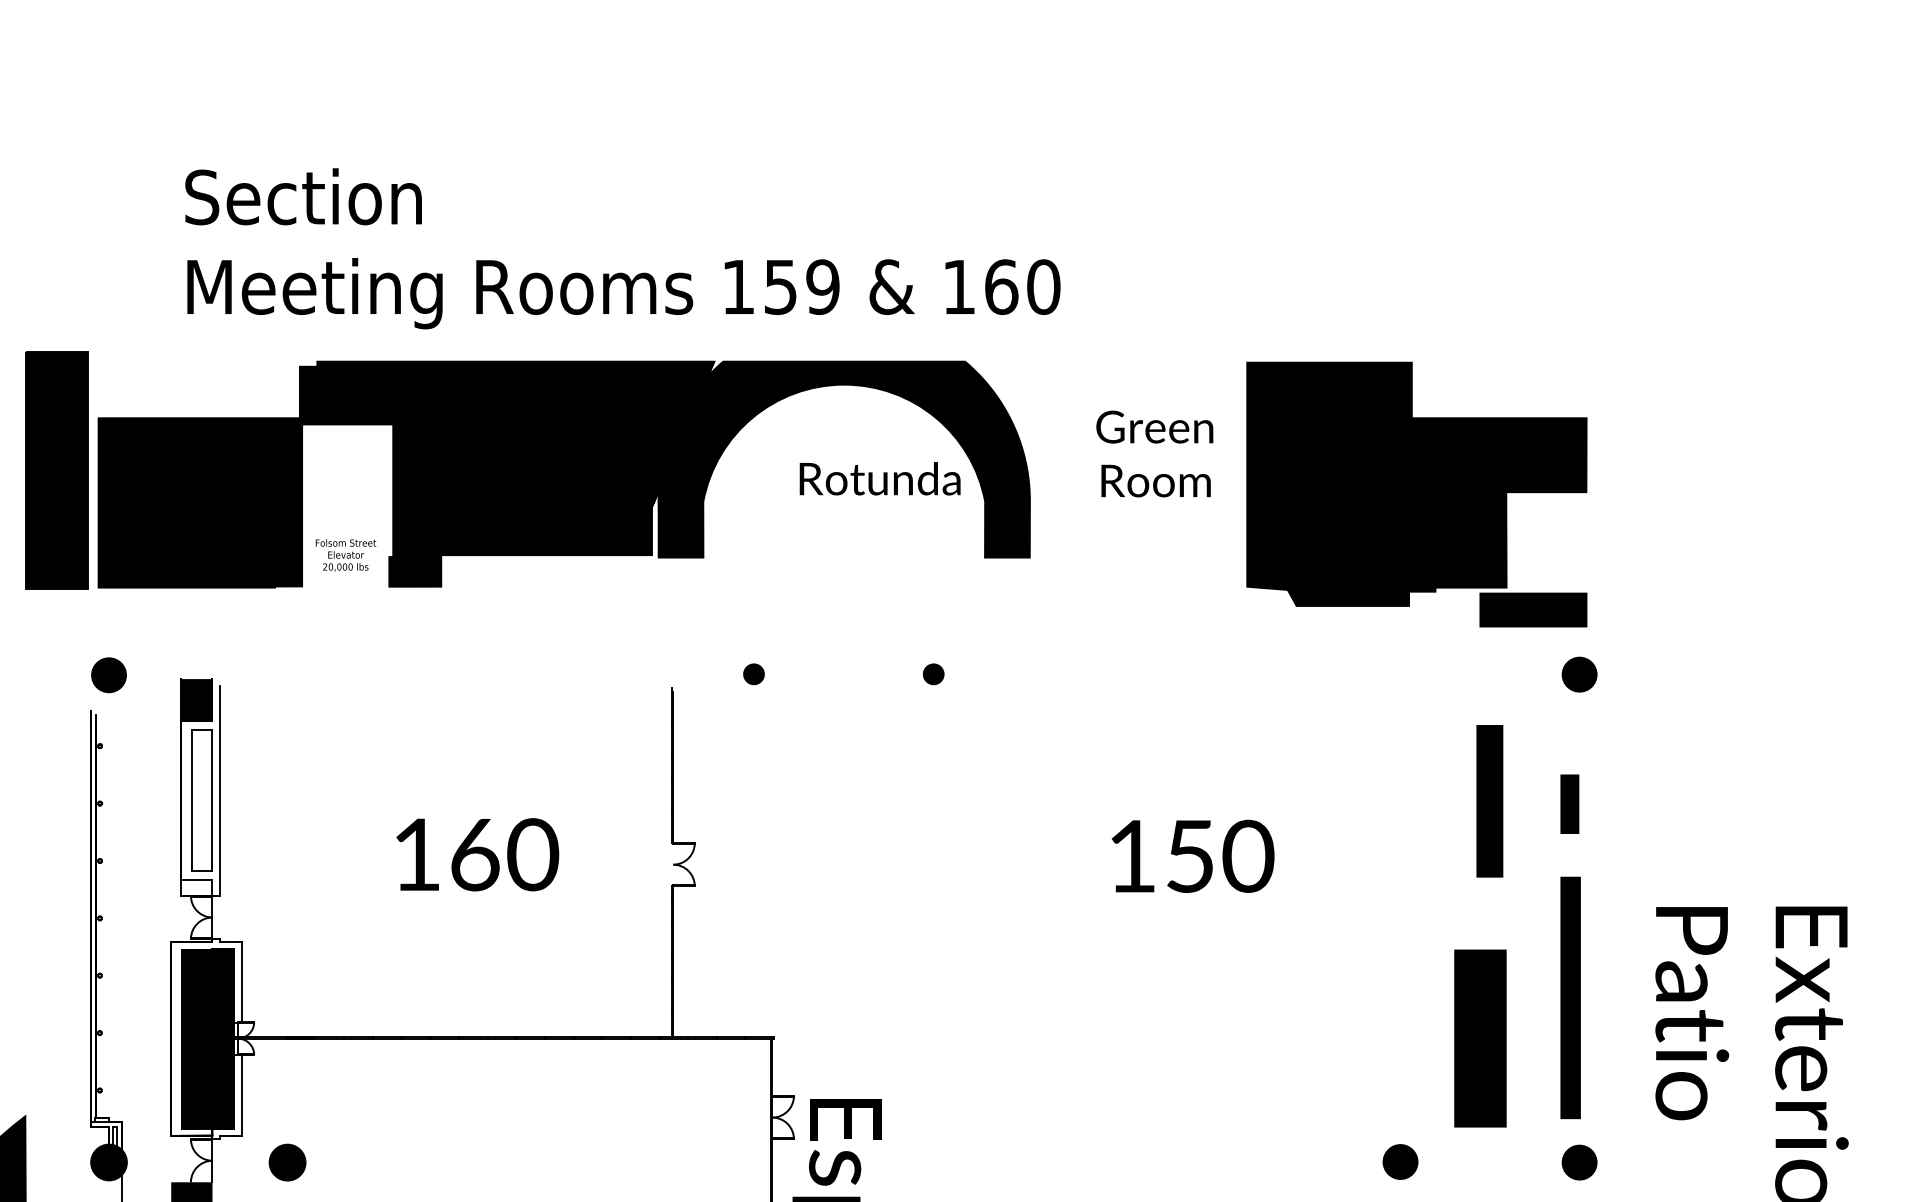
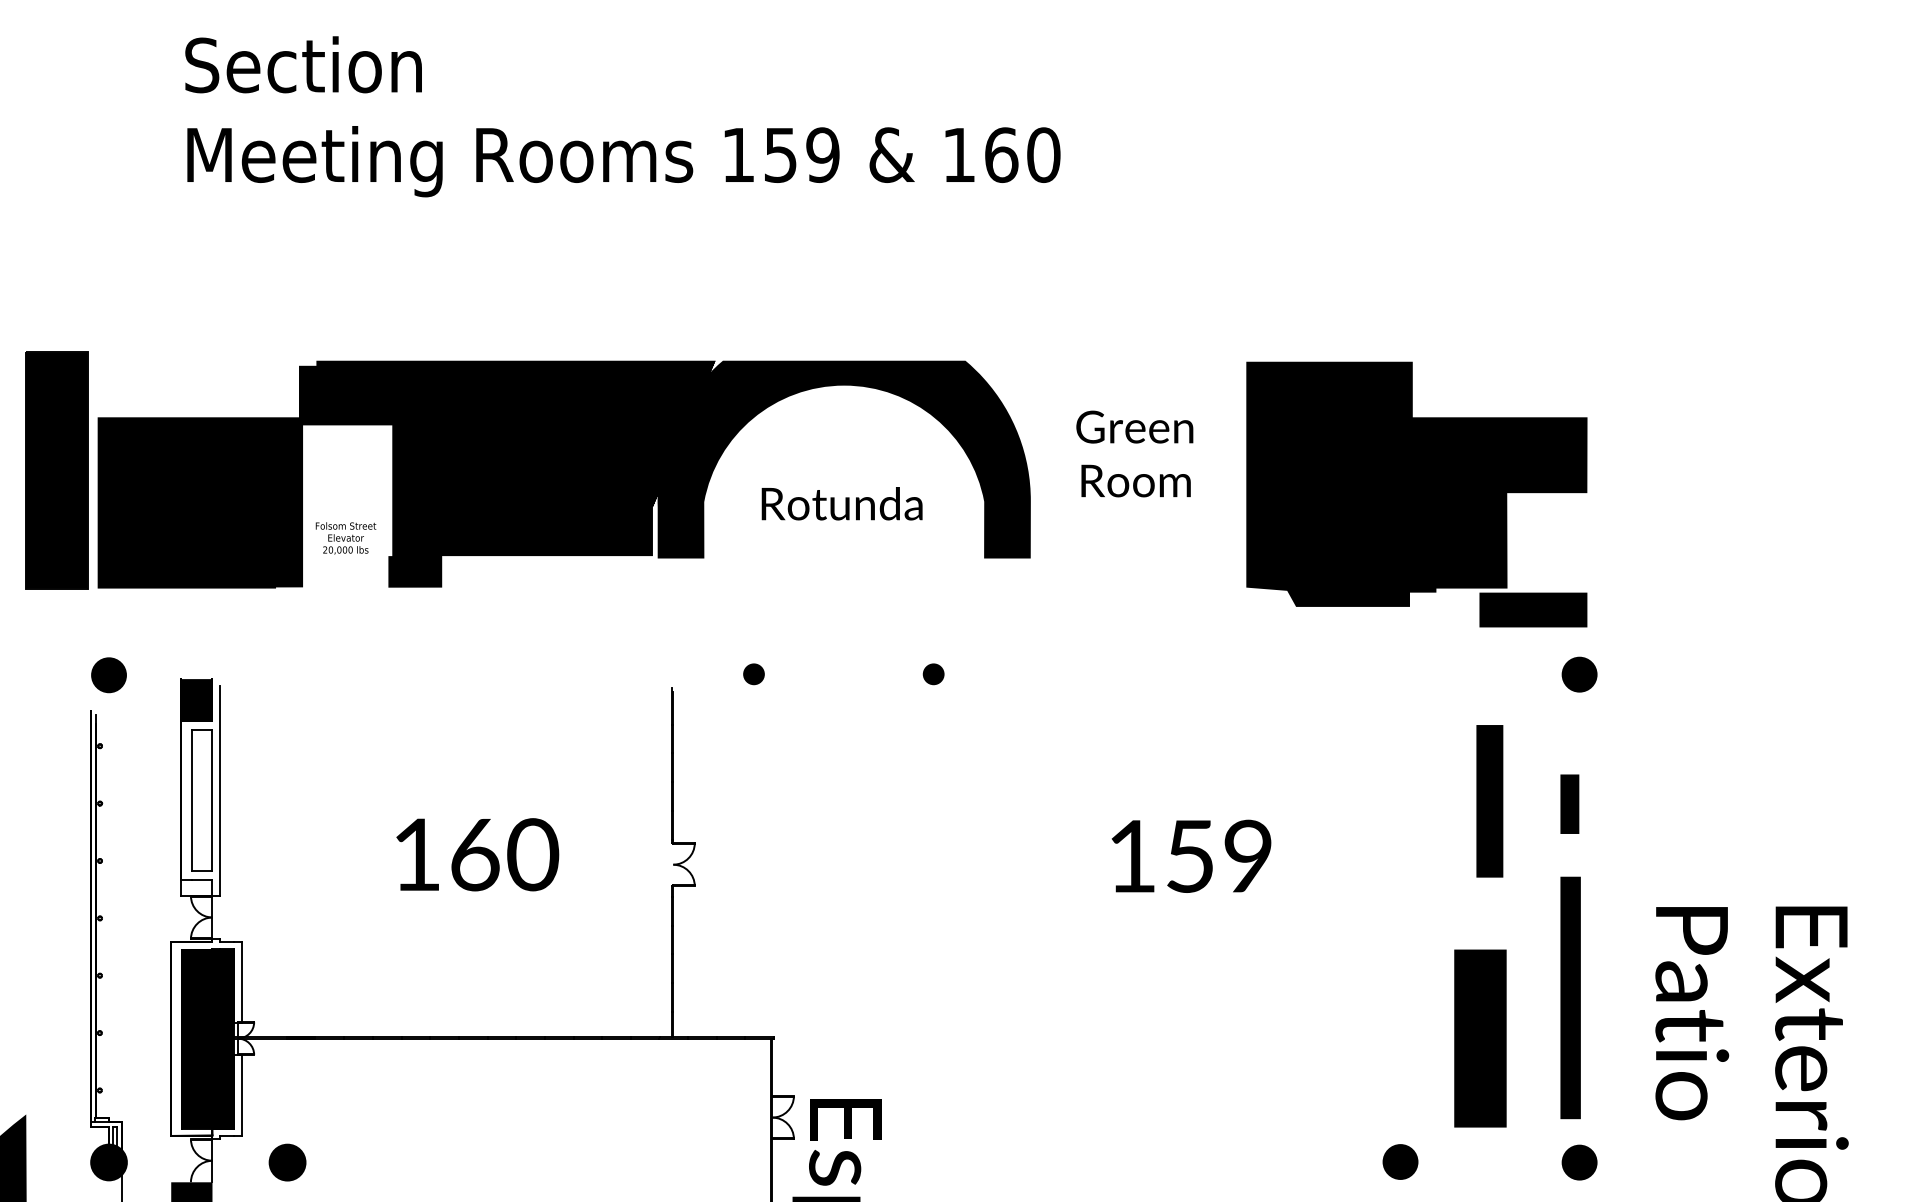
text at (622, 248) position: (622, 248) -> (622, 116)
text at (1154, 453) position: (1154, 453) -> (1134, 453)
text at (879, 478) position: (879, 478) -> (841, 503)
text at (345, 555) position: (345, 555) -> (345, 538)
text at (1248, 856): 150 -> 159
